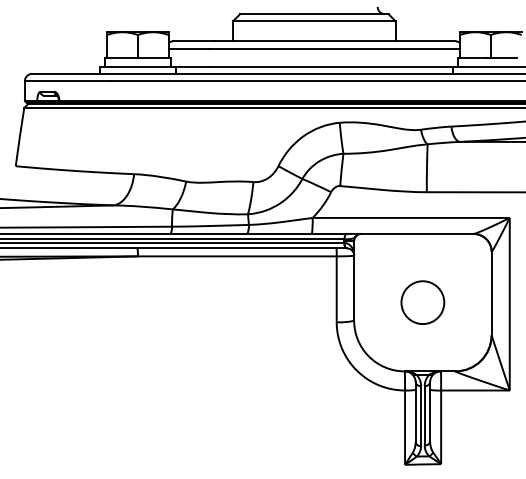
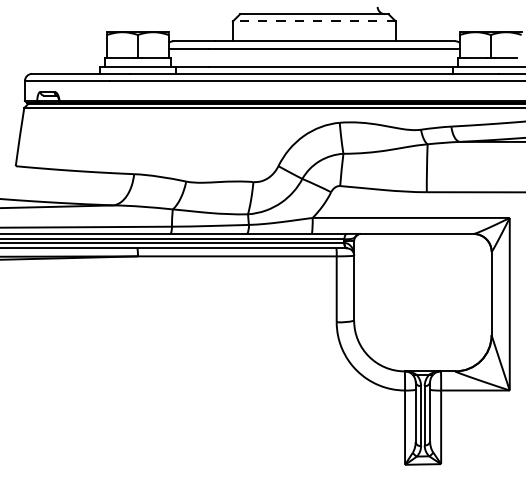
line at (313, 21): solid -> dashed
circle at (422, 302): present -> none
